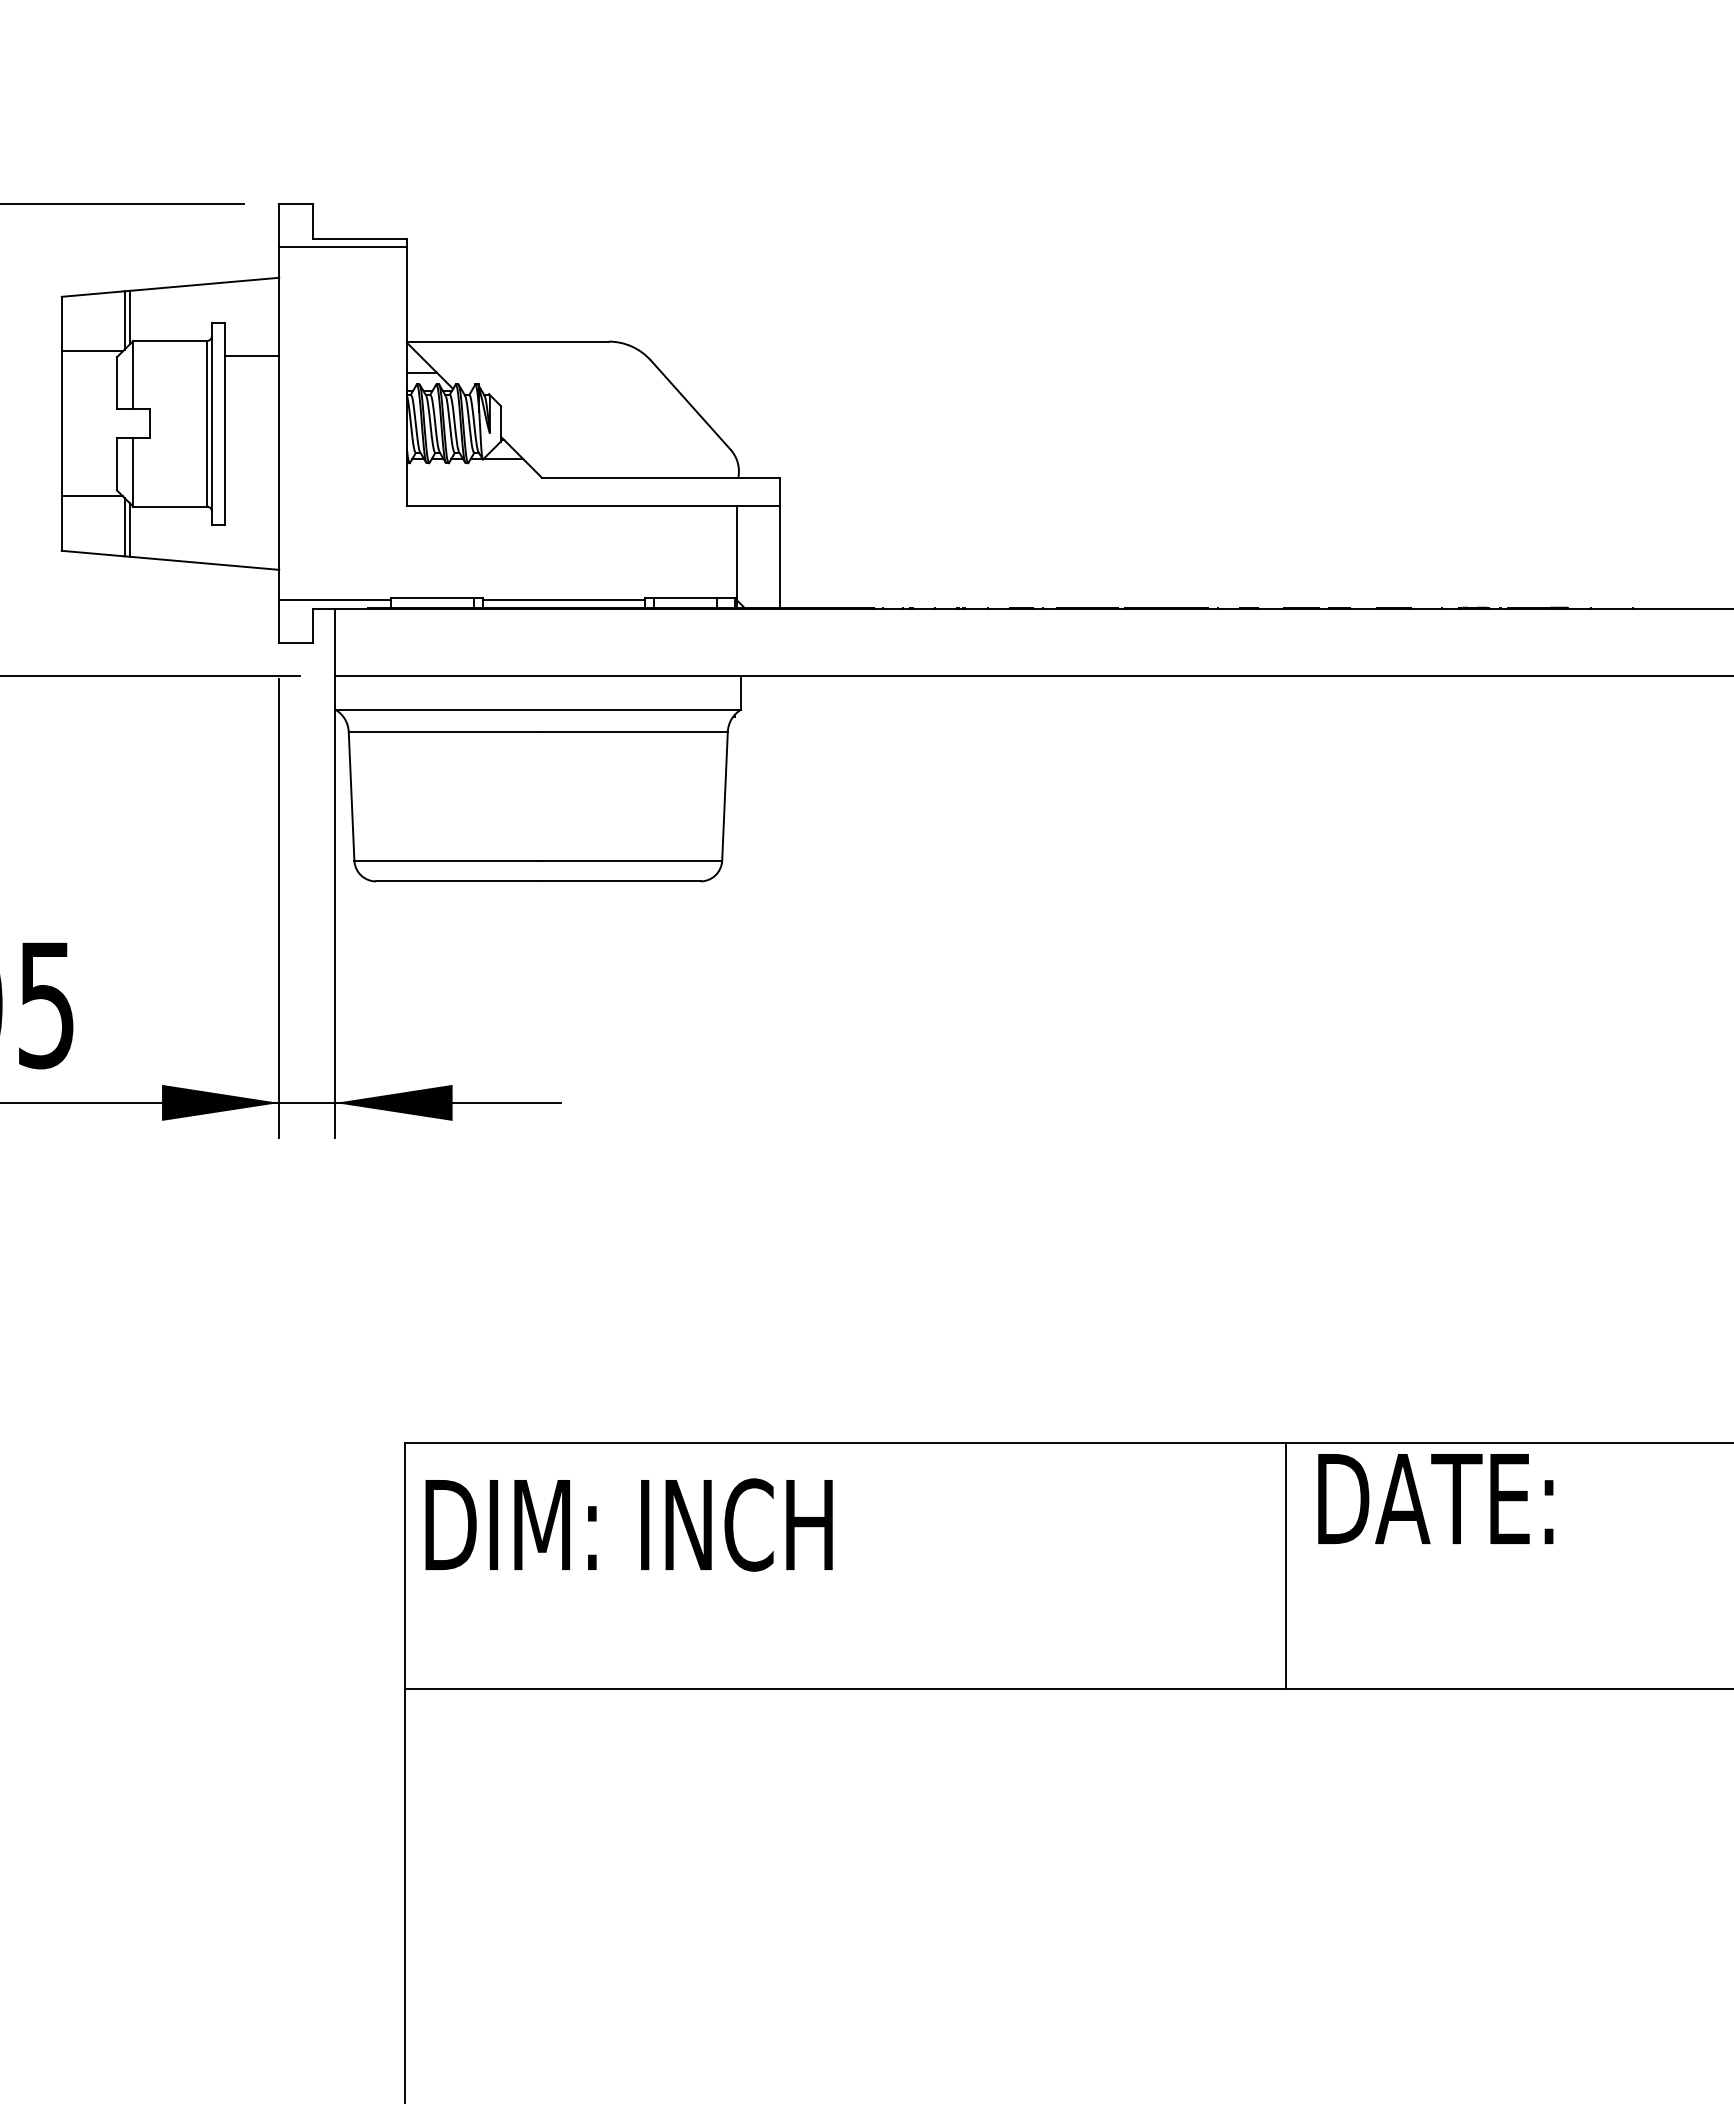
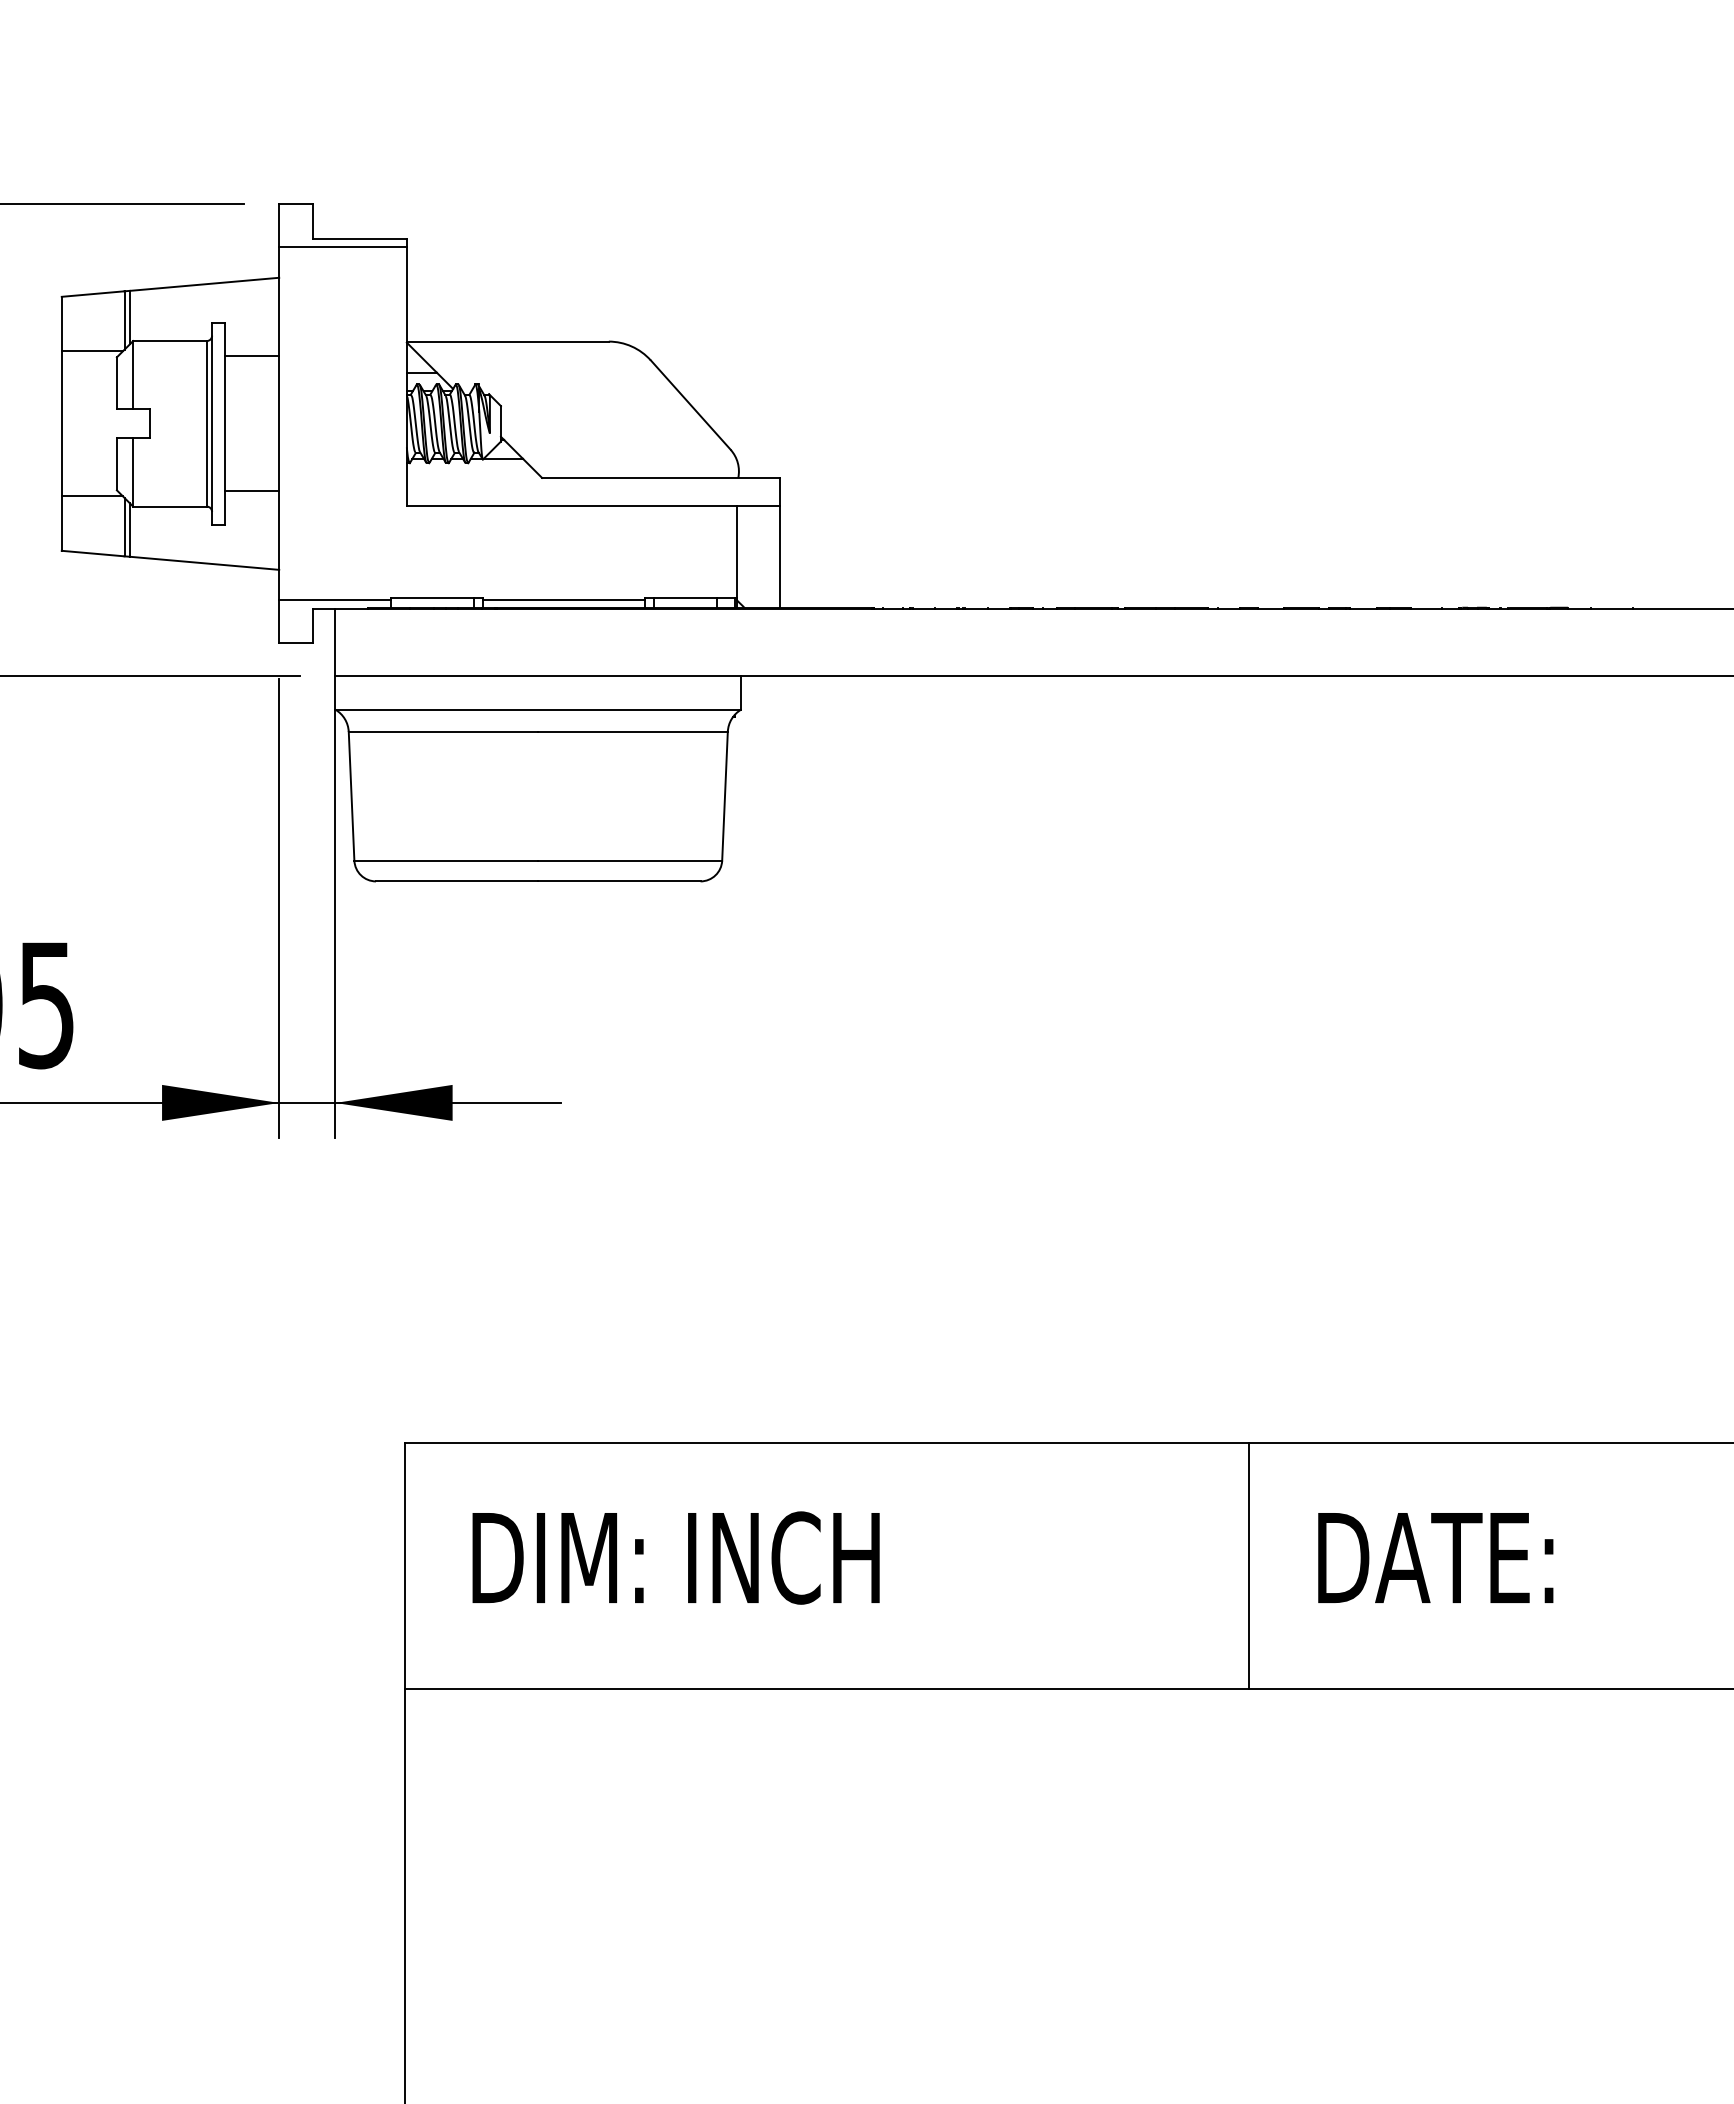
line at (252, 491): none -> present
text at (1435, 1498) position: (1435, 1498) -> (1435, 1557)
text at (628, 1524) position: (628, 1524) -> (675, 1557)
line at (1285, 1565) position: (1285, 1565) -> (1248, 1565)
